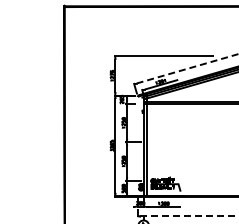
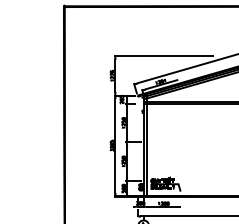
line at (188, 68): dashed -> solid
line at (189, 216): dashed -> solid
